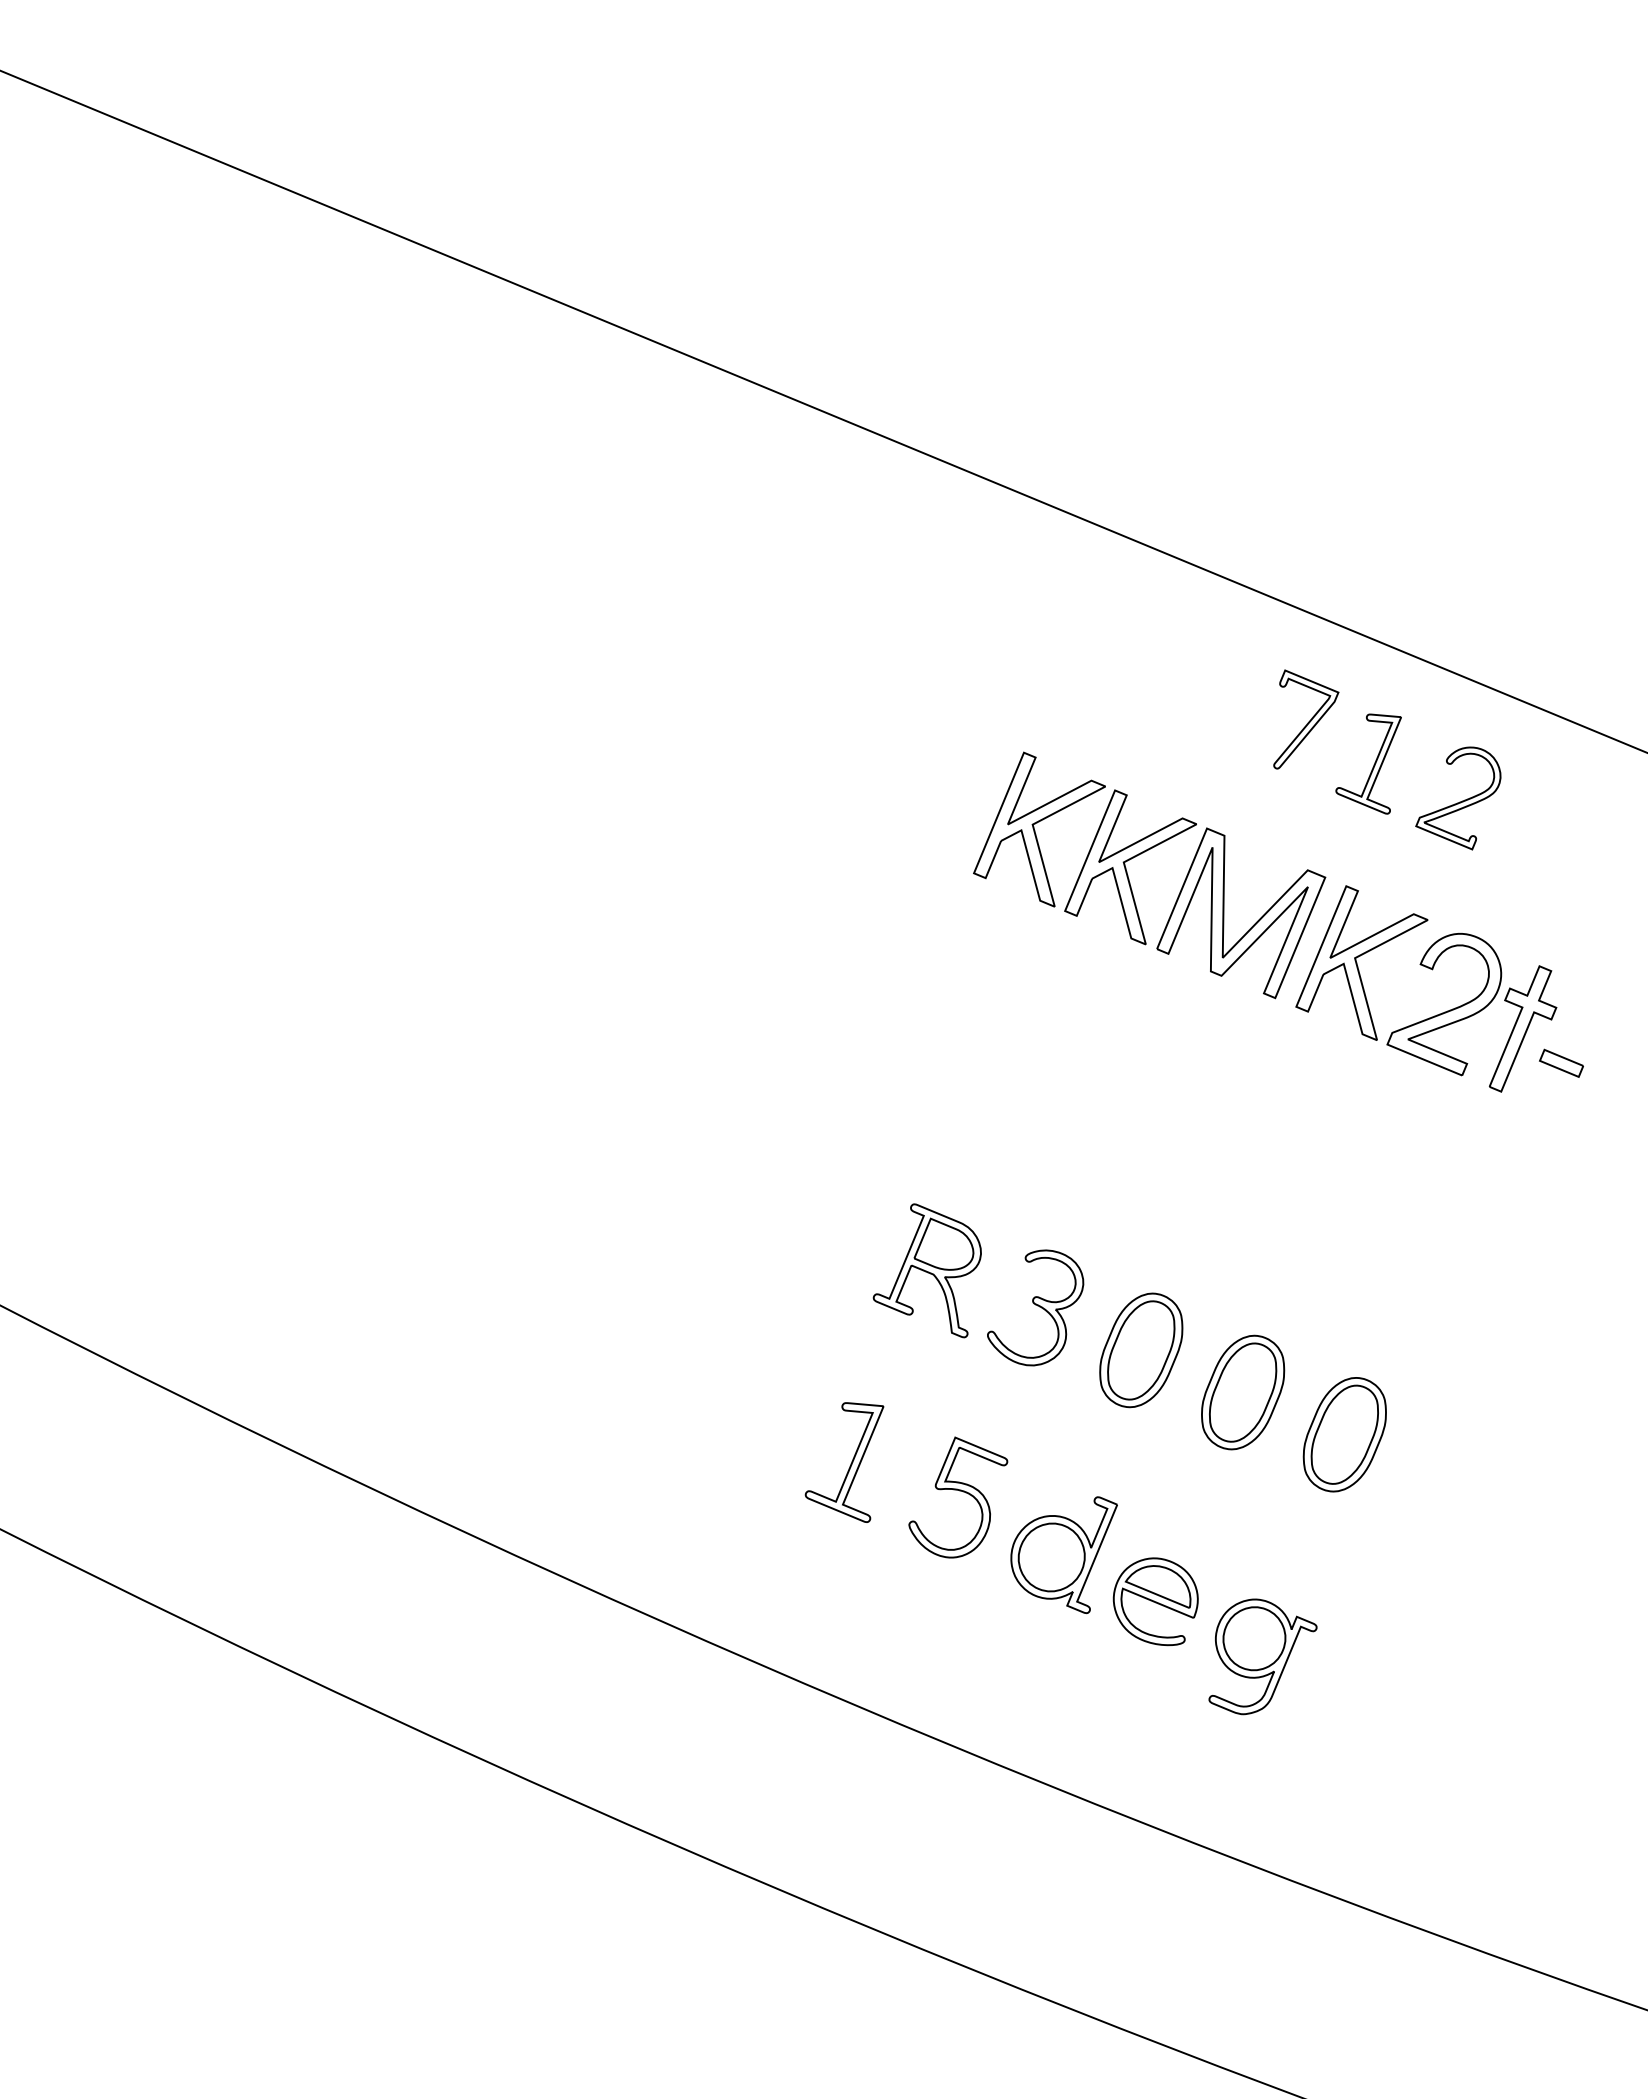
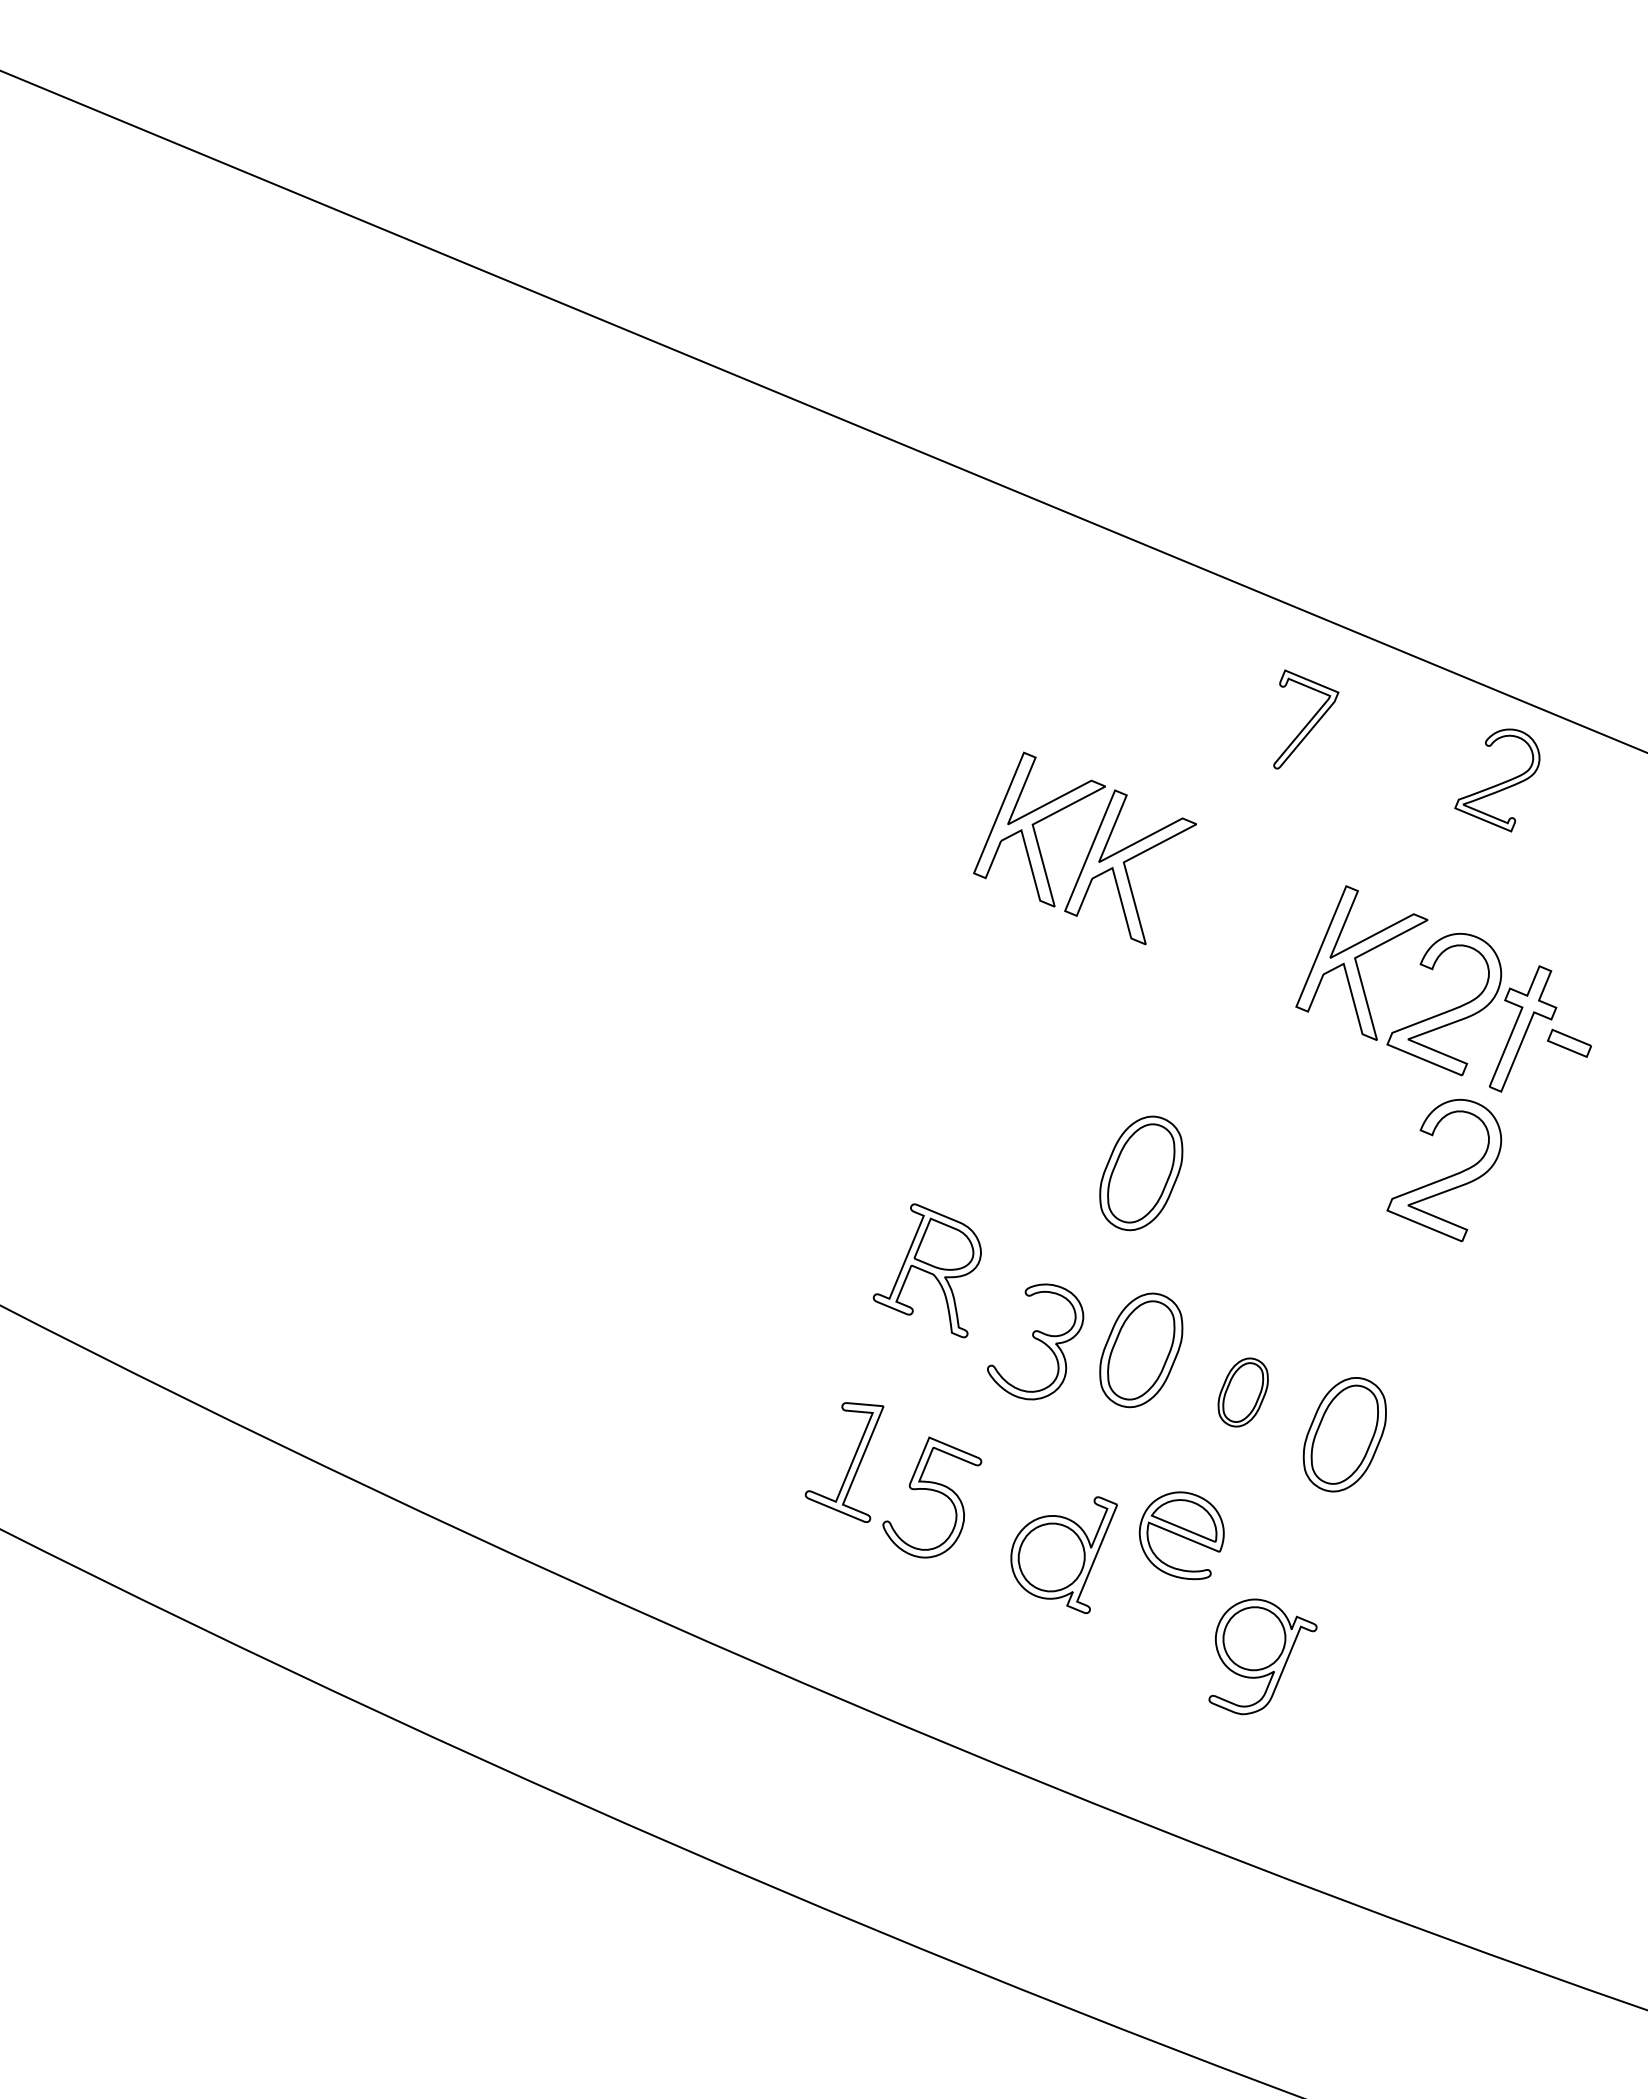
part at (1368, 763): present -> none
part at (1458, 798) position: (1458, 798) -> (1497, 780)
part at (1253, 924): present -> none
part at (1561, 1062) position: (1561, 1062) -> (1569, 1042)
part at (1141, 1173): none -> present
part at (1447, 1176): none -> present
part at (1035, 1307) position: (1035, 1307) -> (1035, 1341)
part at (1243, 1392) size: 85x117 px -> 52x71 px
part at (959, 1491) position: (959, 1491) -> (933, 1491)
part at (1155, 1601) position: (1155, 1601) -> (1181, 1535)
